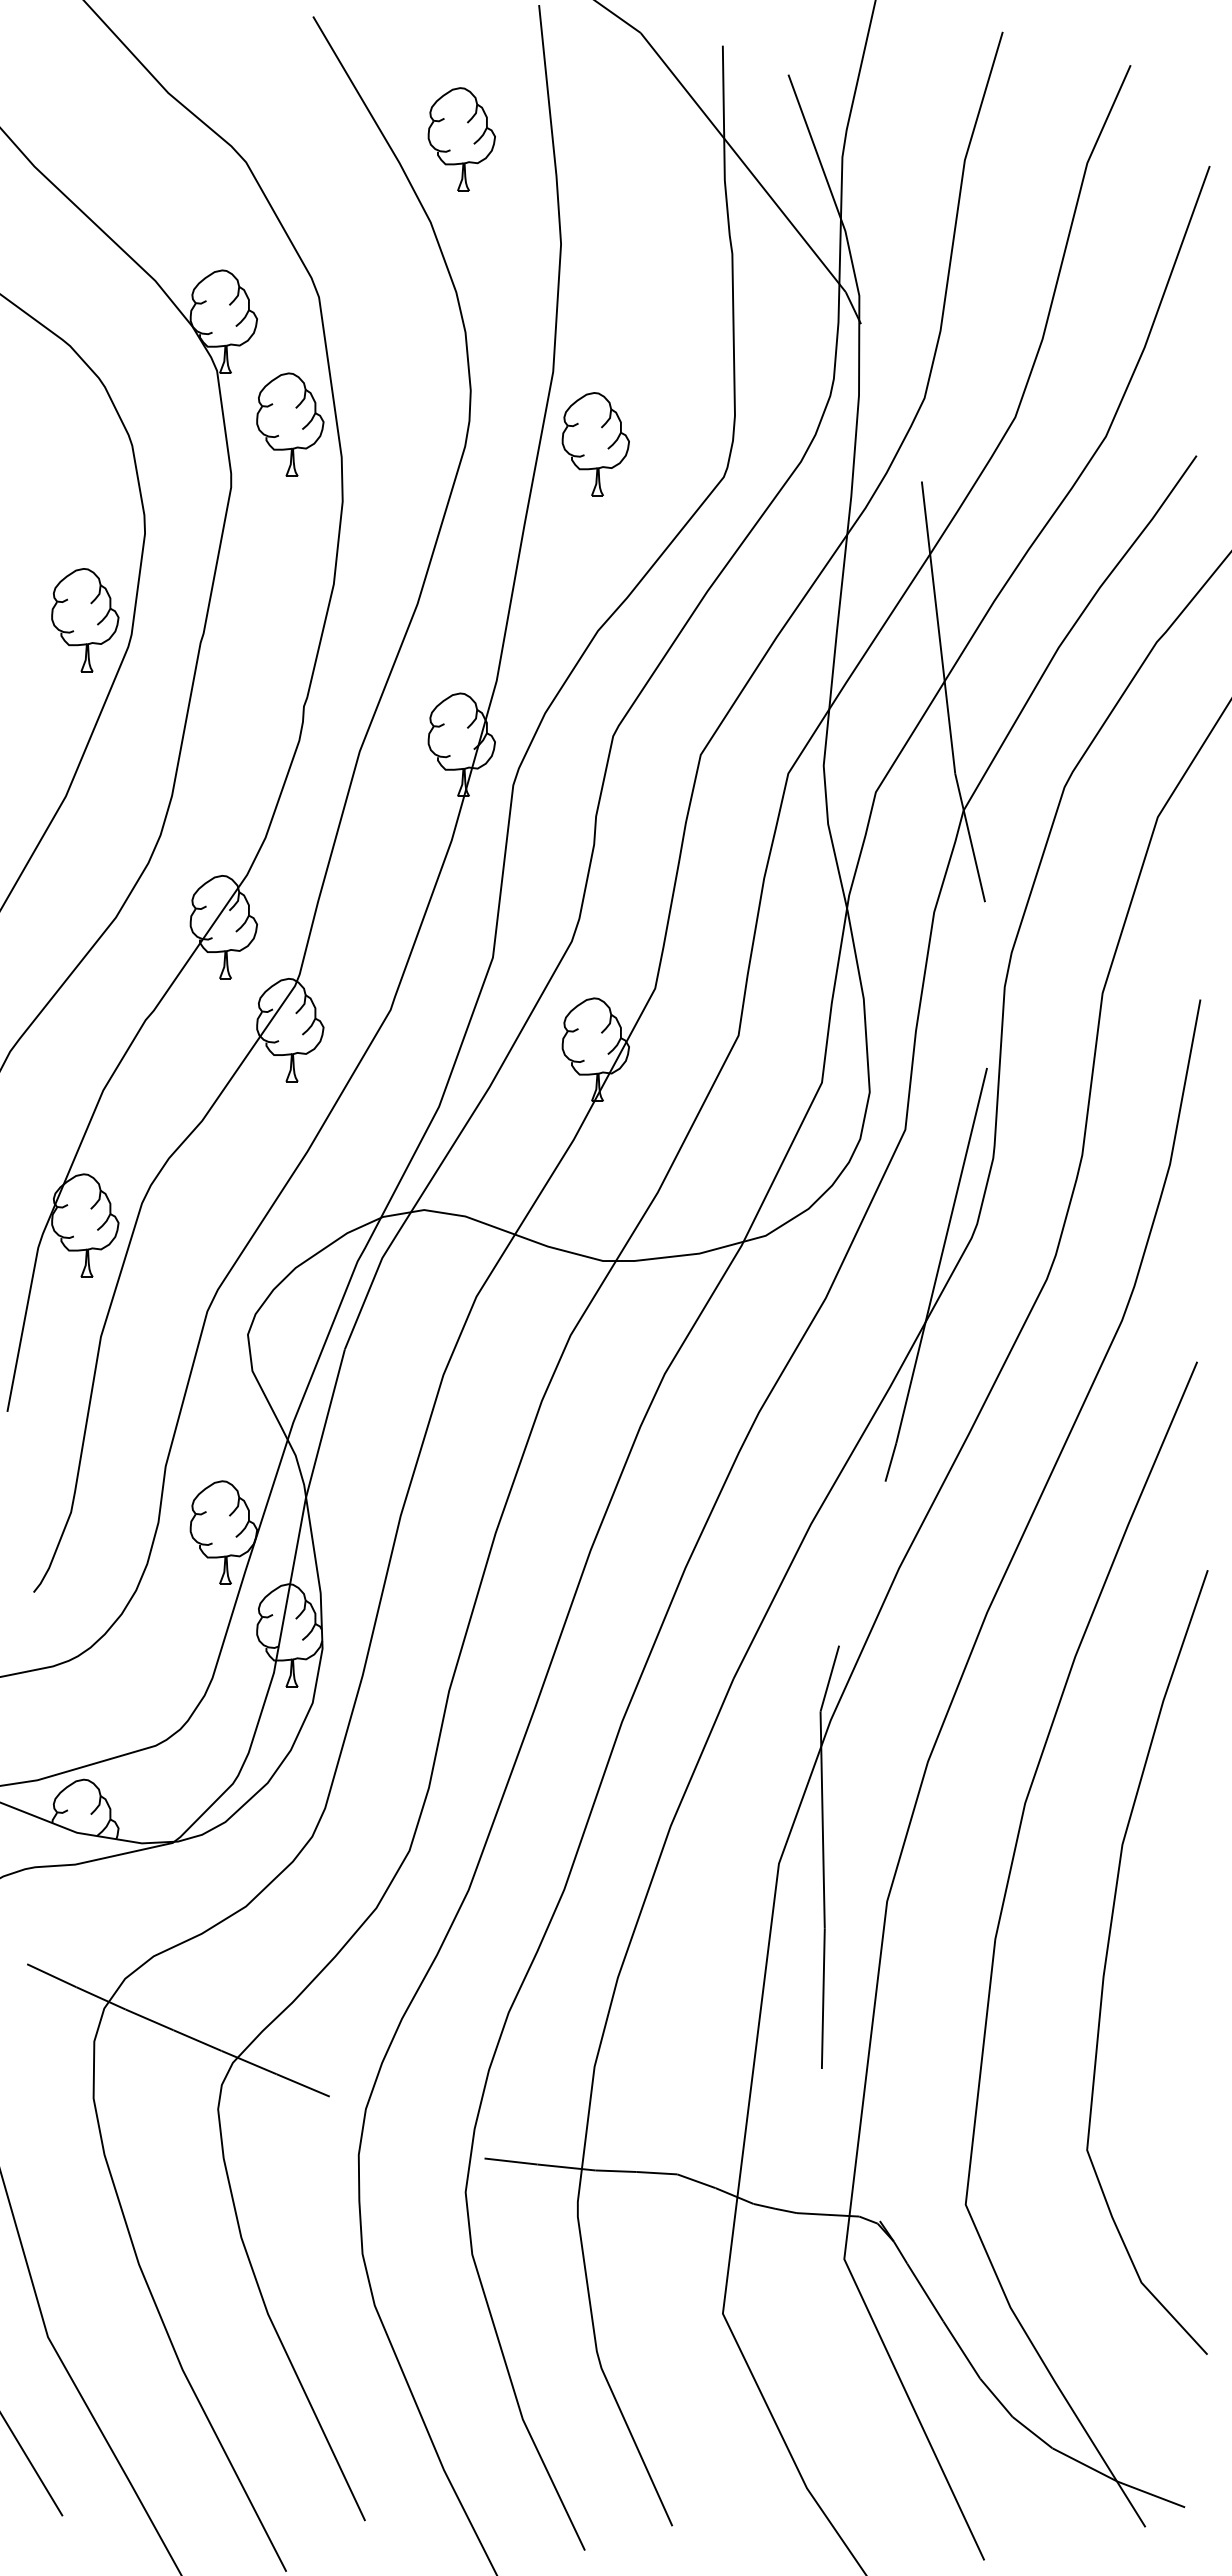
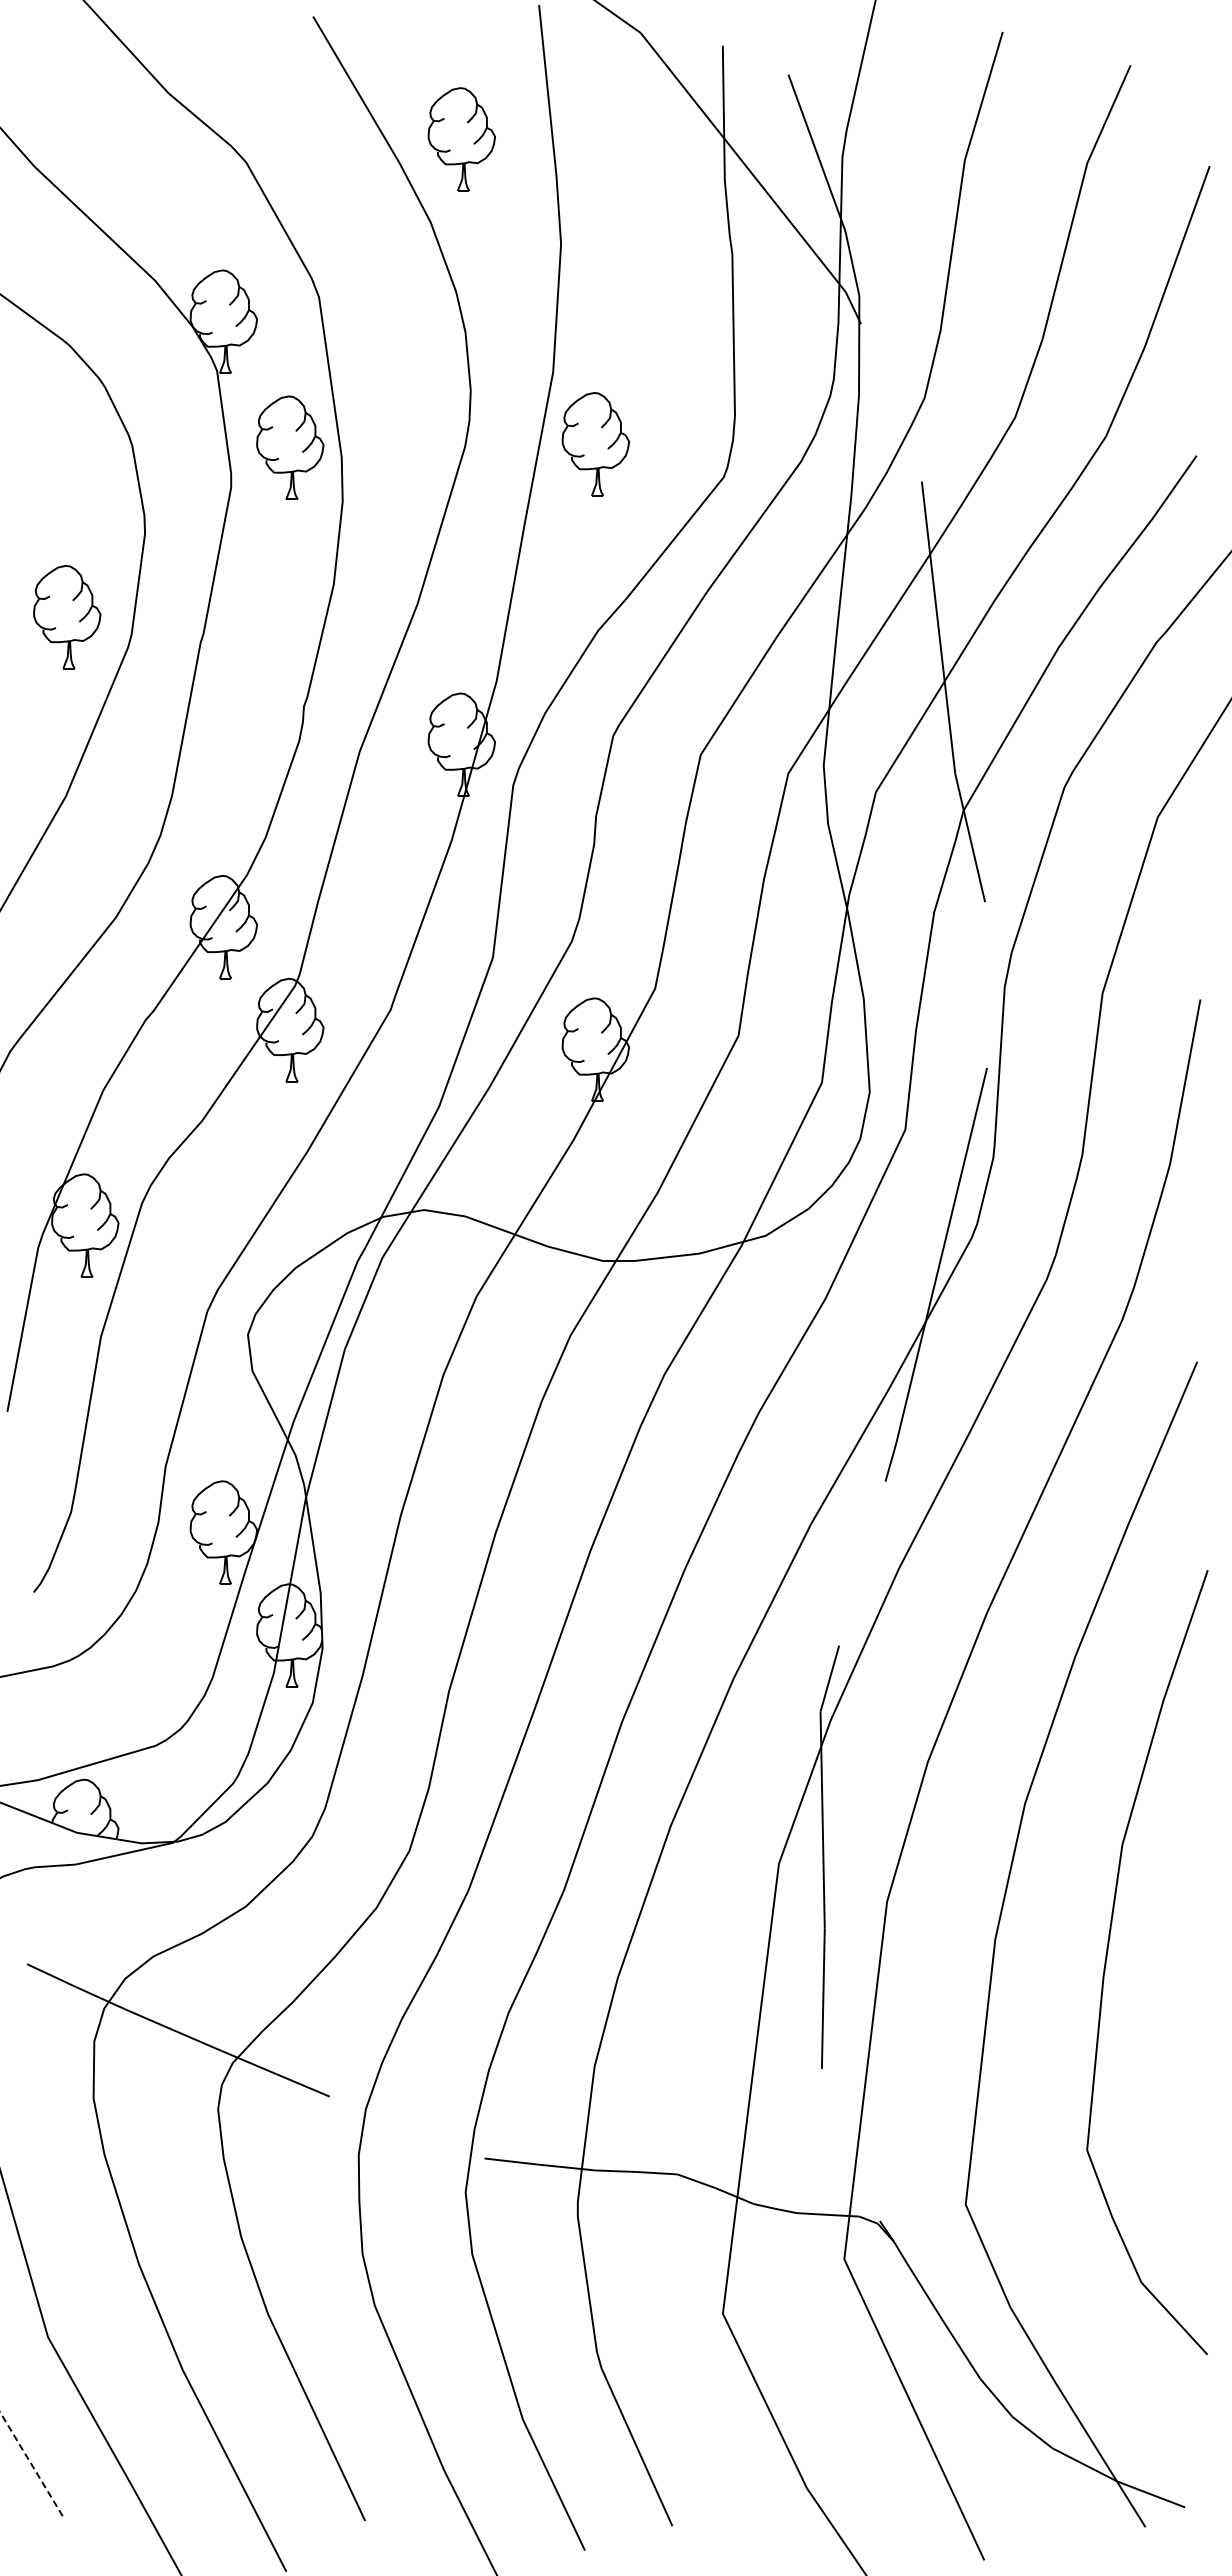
part at (290, 424) position: (290, 424) -> (290, 447)
part at (85, 620) position: (85, 620) -> (67, 617)
line at (31, 2464): solid -> dashed
